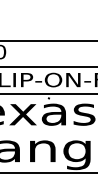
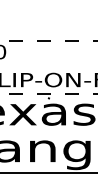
line at (49, 40): solid -> dashed
line at (48, 67): present -> none
line at (49, 93): solid -> dashed
